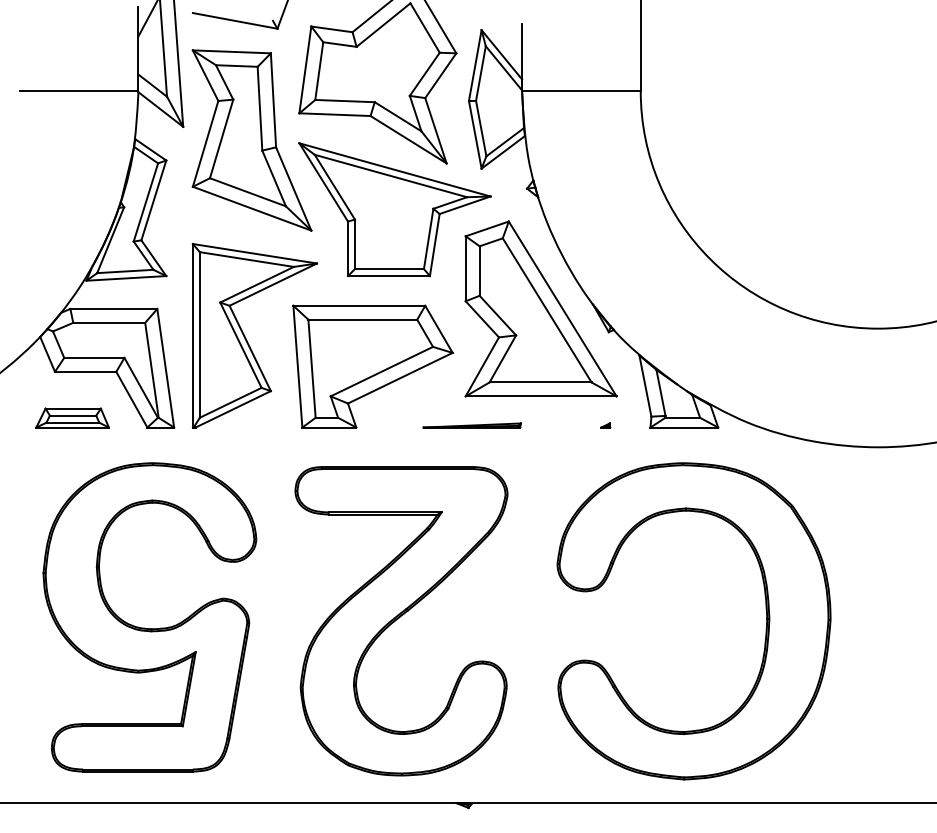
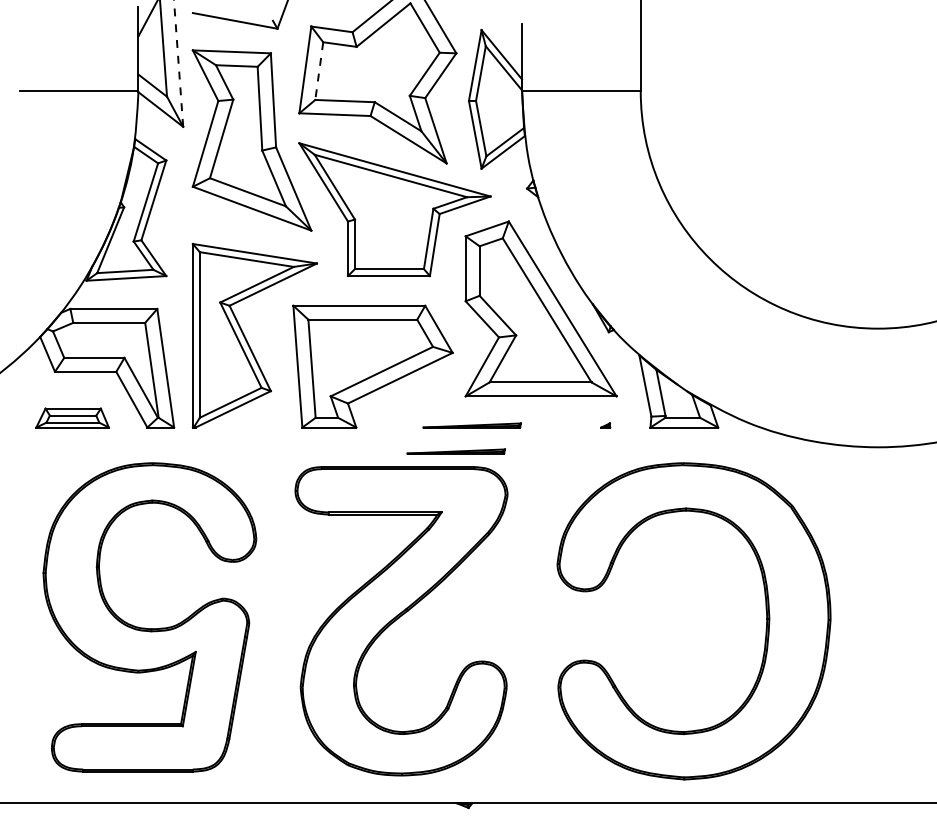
line at (178, 63): solid -> dashed
line at (319, 71): solid -> dashed
part at (455, 451): none -> present
